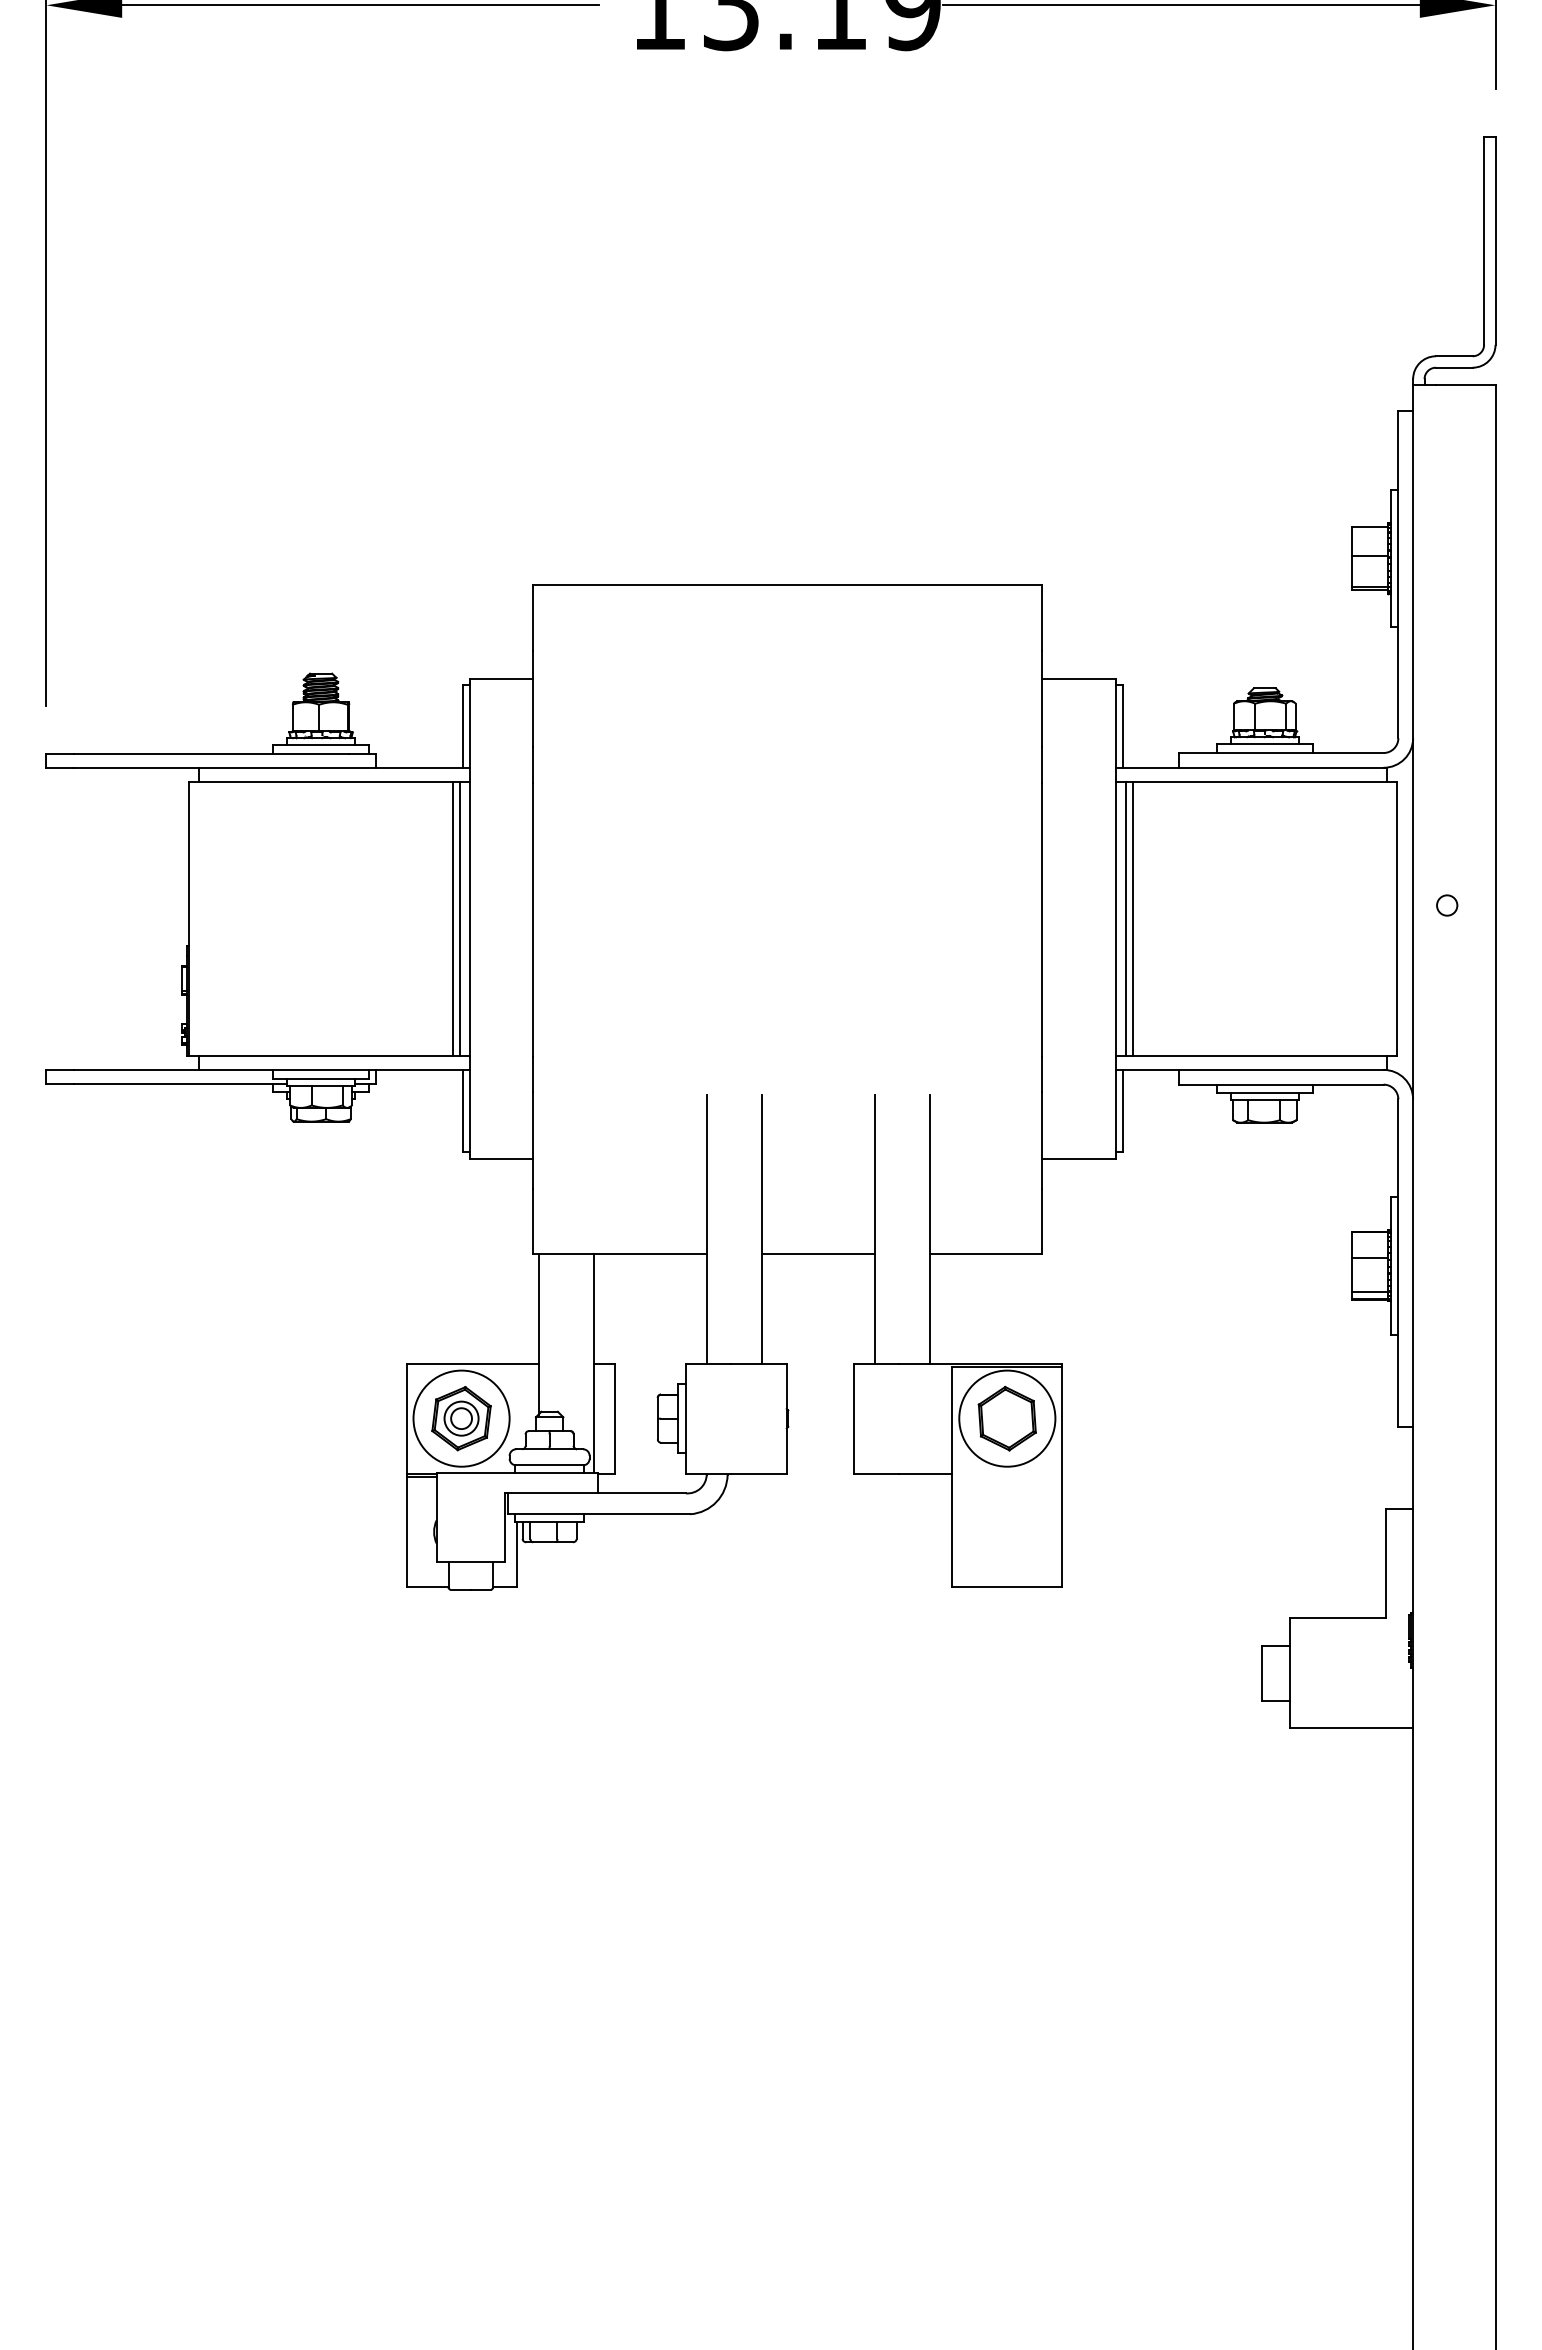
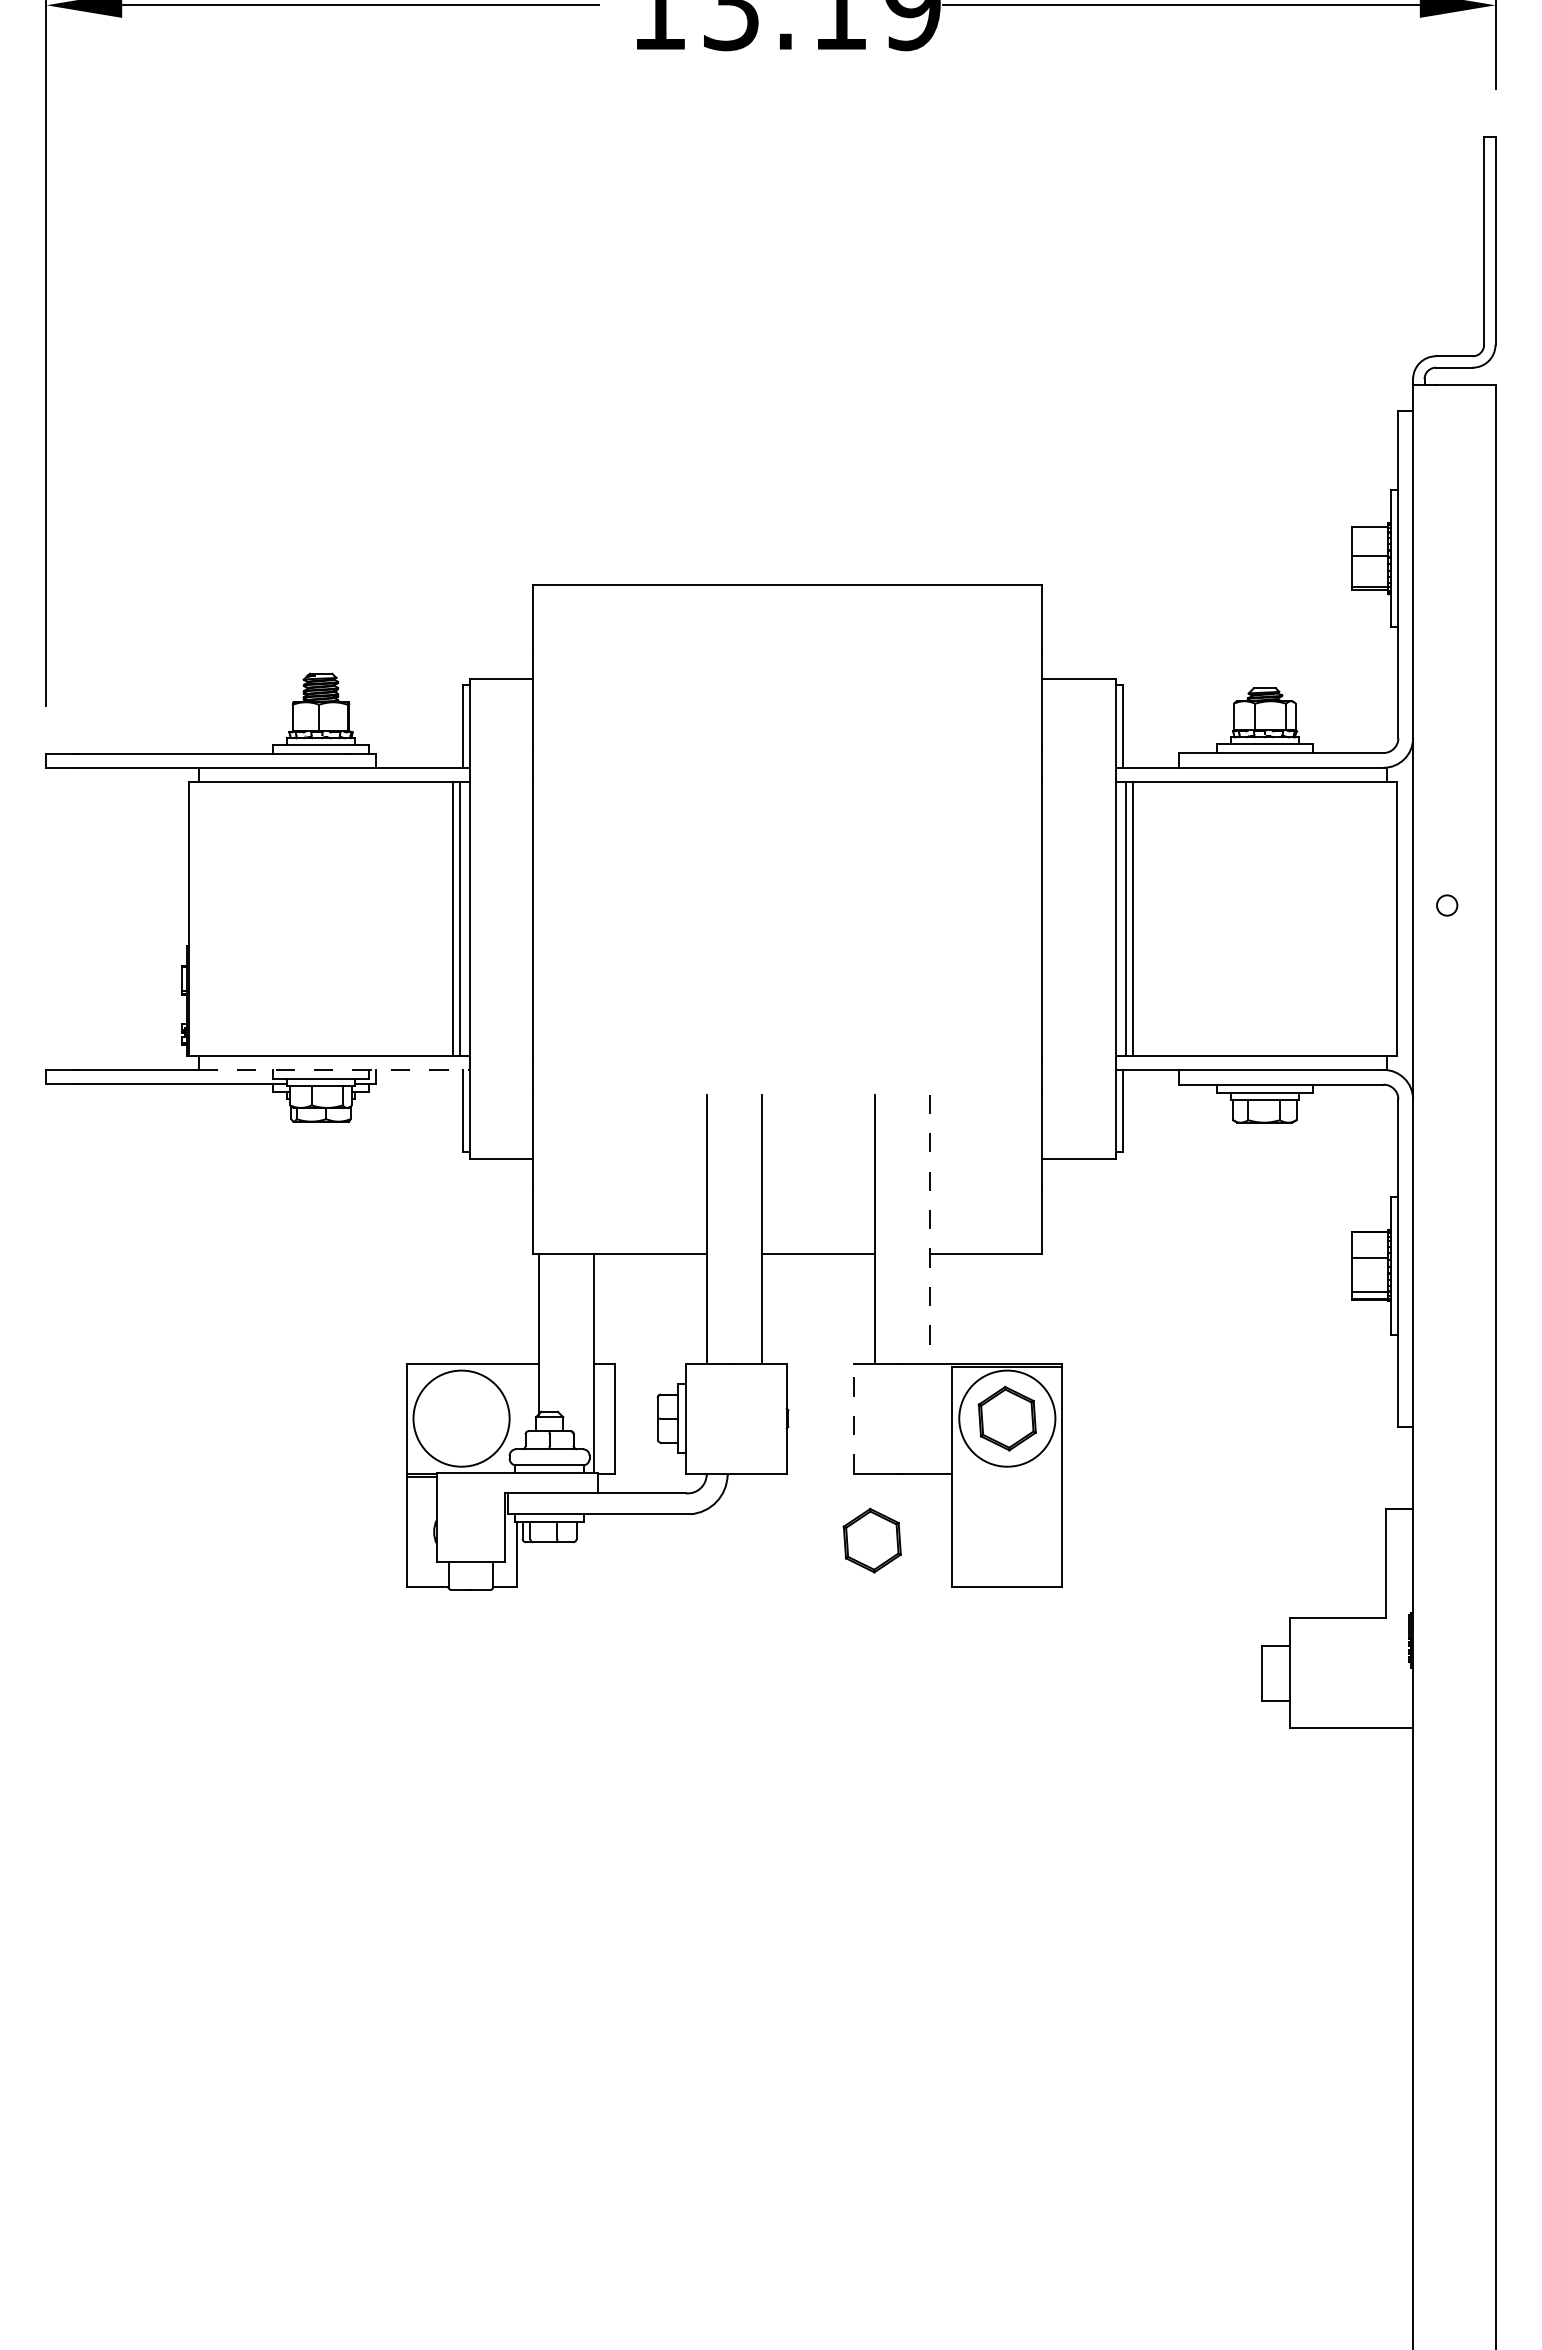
line at (334, 1069): solid -> dashed
line at (930, 1229): solid -> dashed
part at (461, 1418): present -> none
line at (853, 1418): solid -> dashed
part at (871, 1540): none -> present
